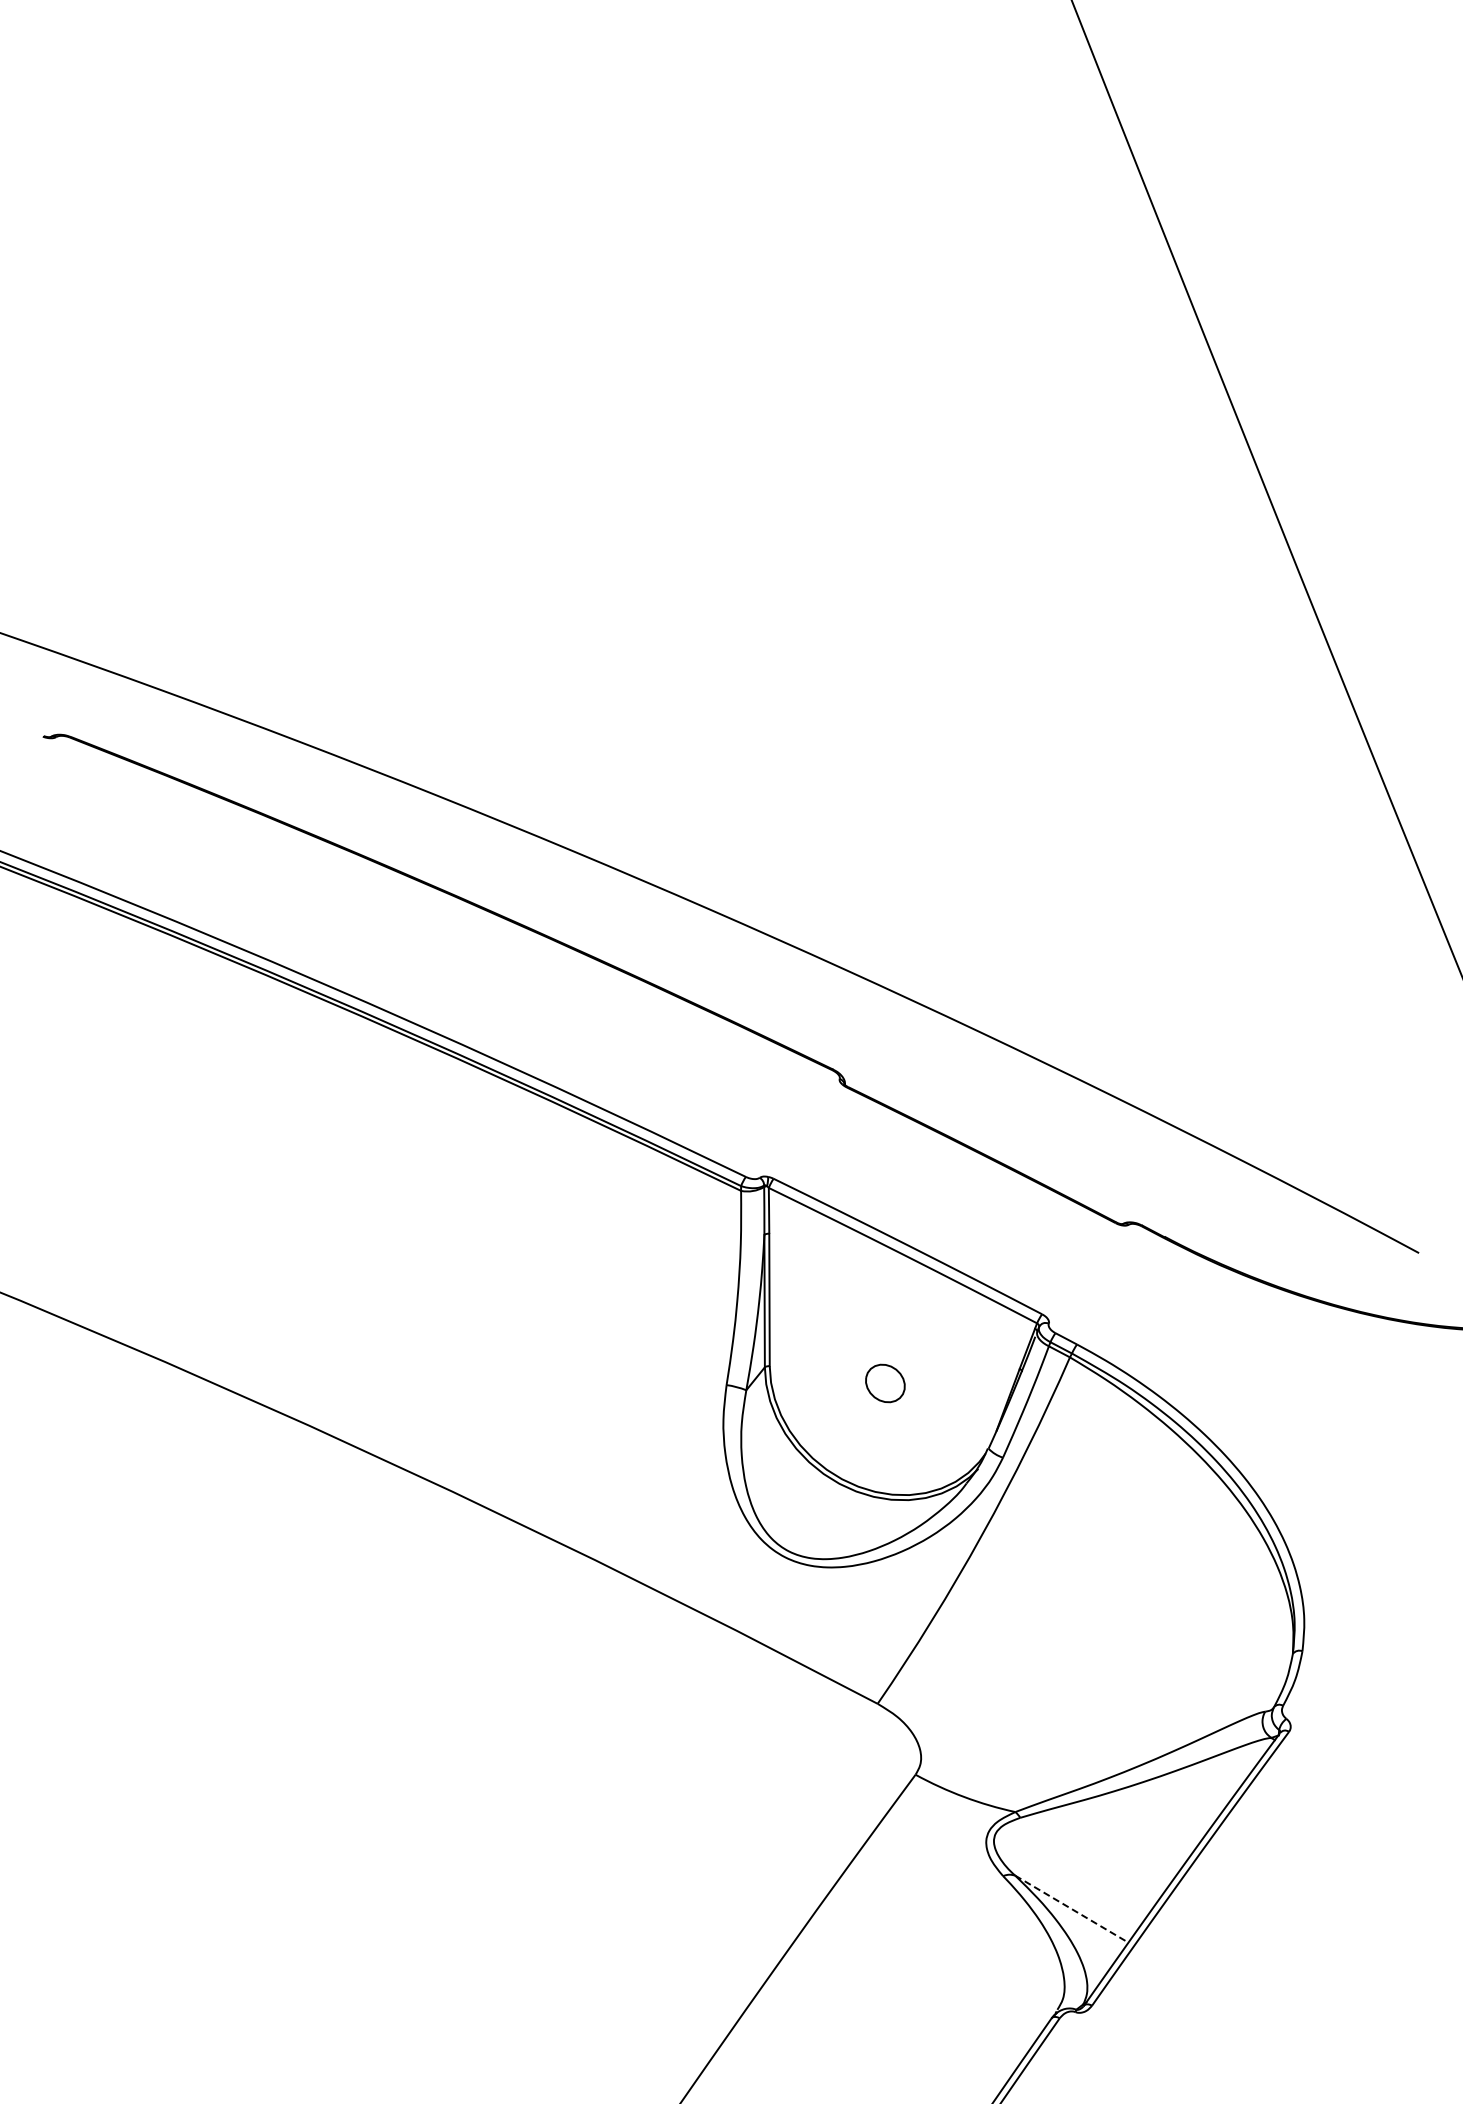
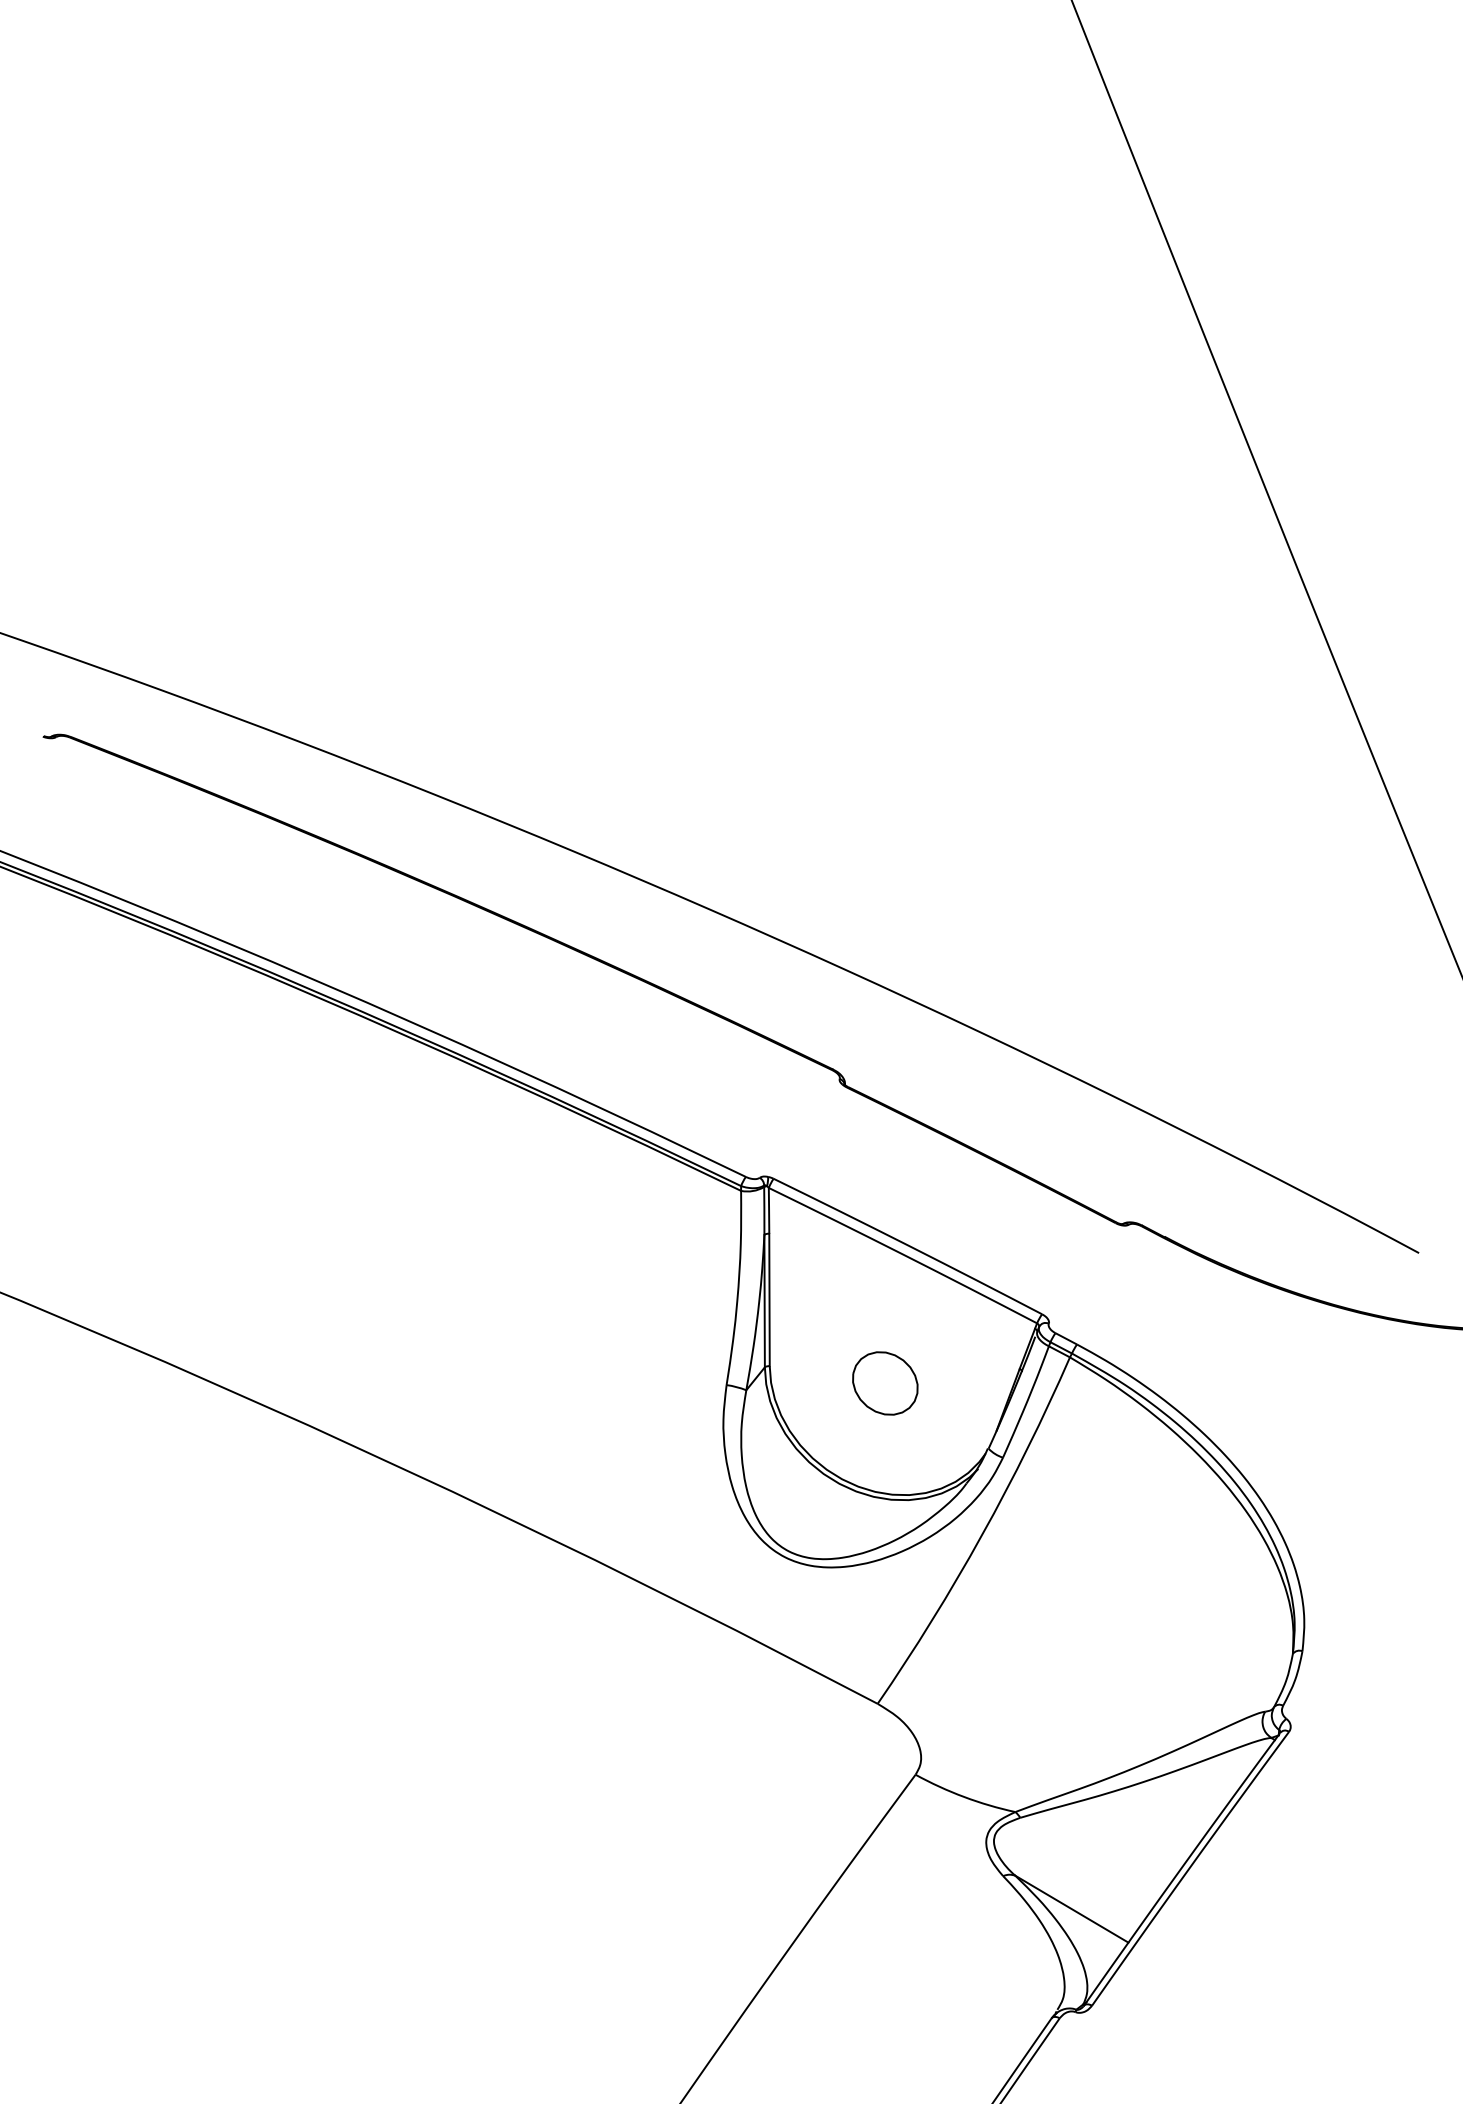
part at (885, 1383) size: 41x41 px -> 67x65 px
line at (1071, 1909): dashed -> solid
